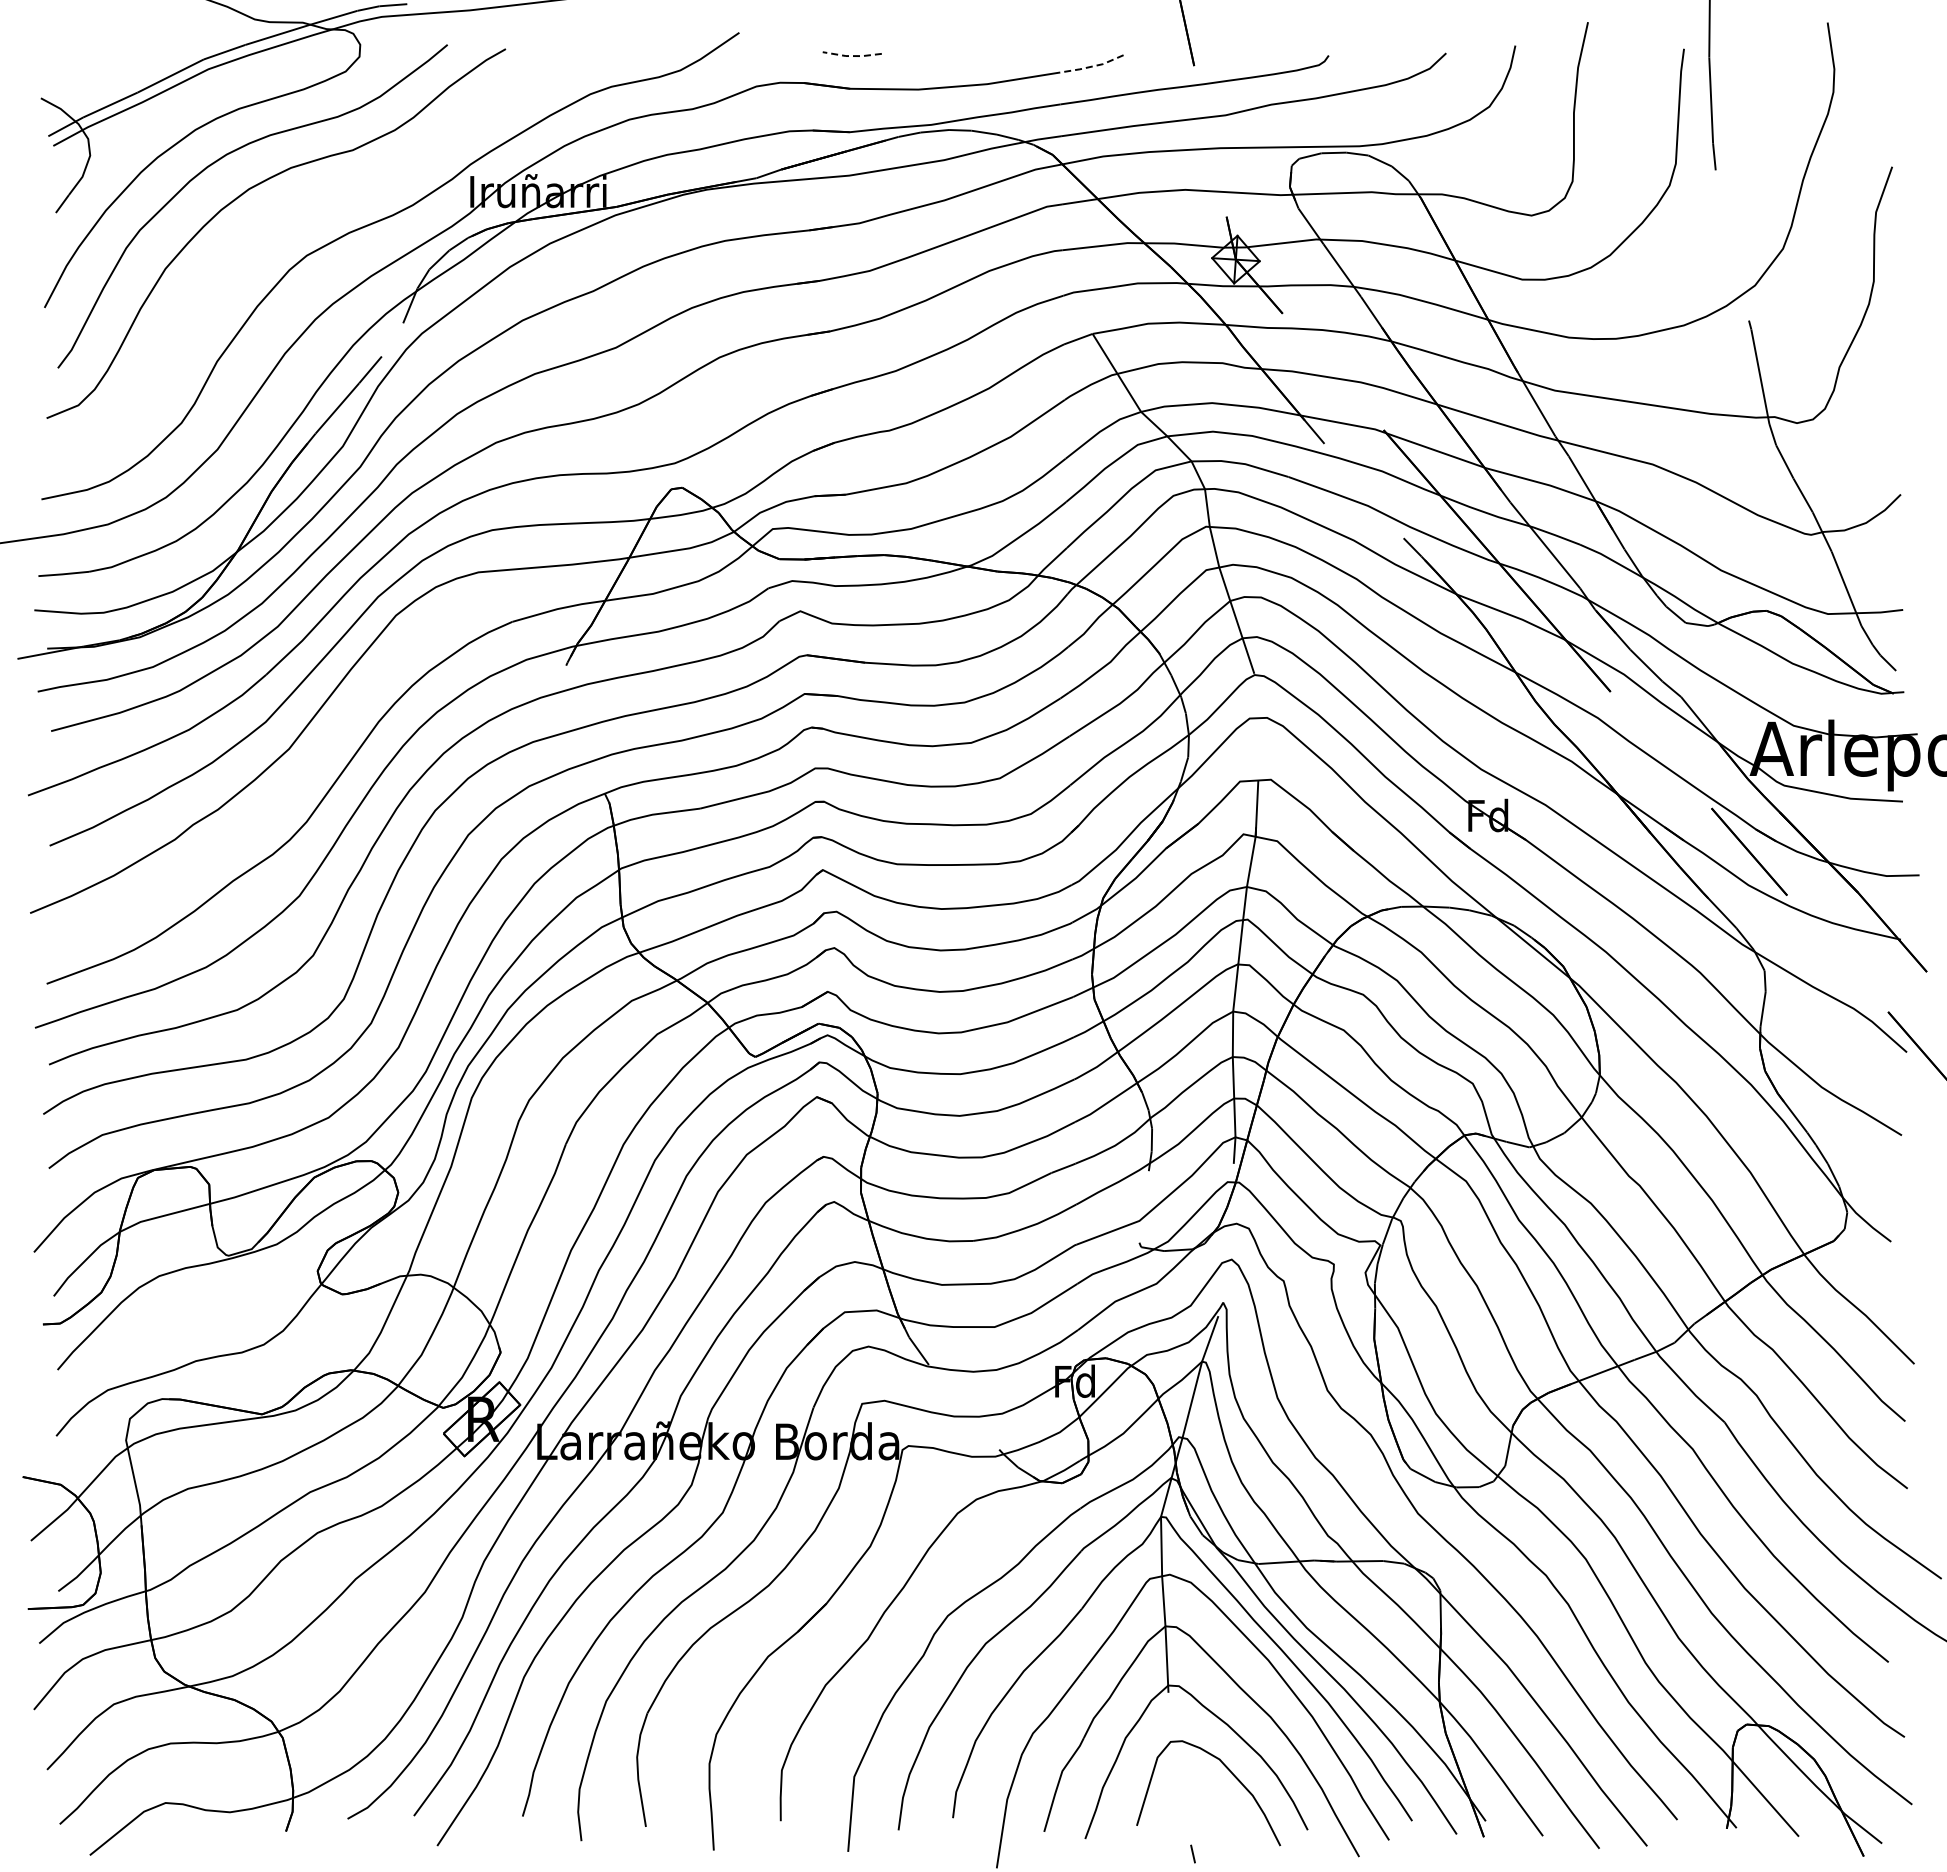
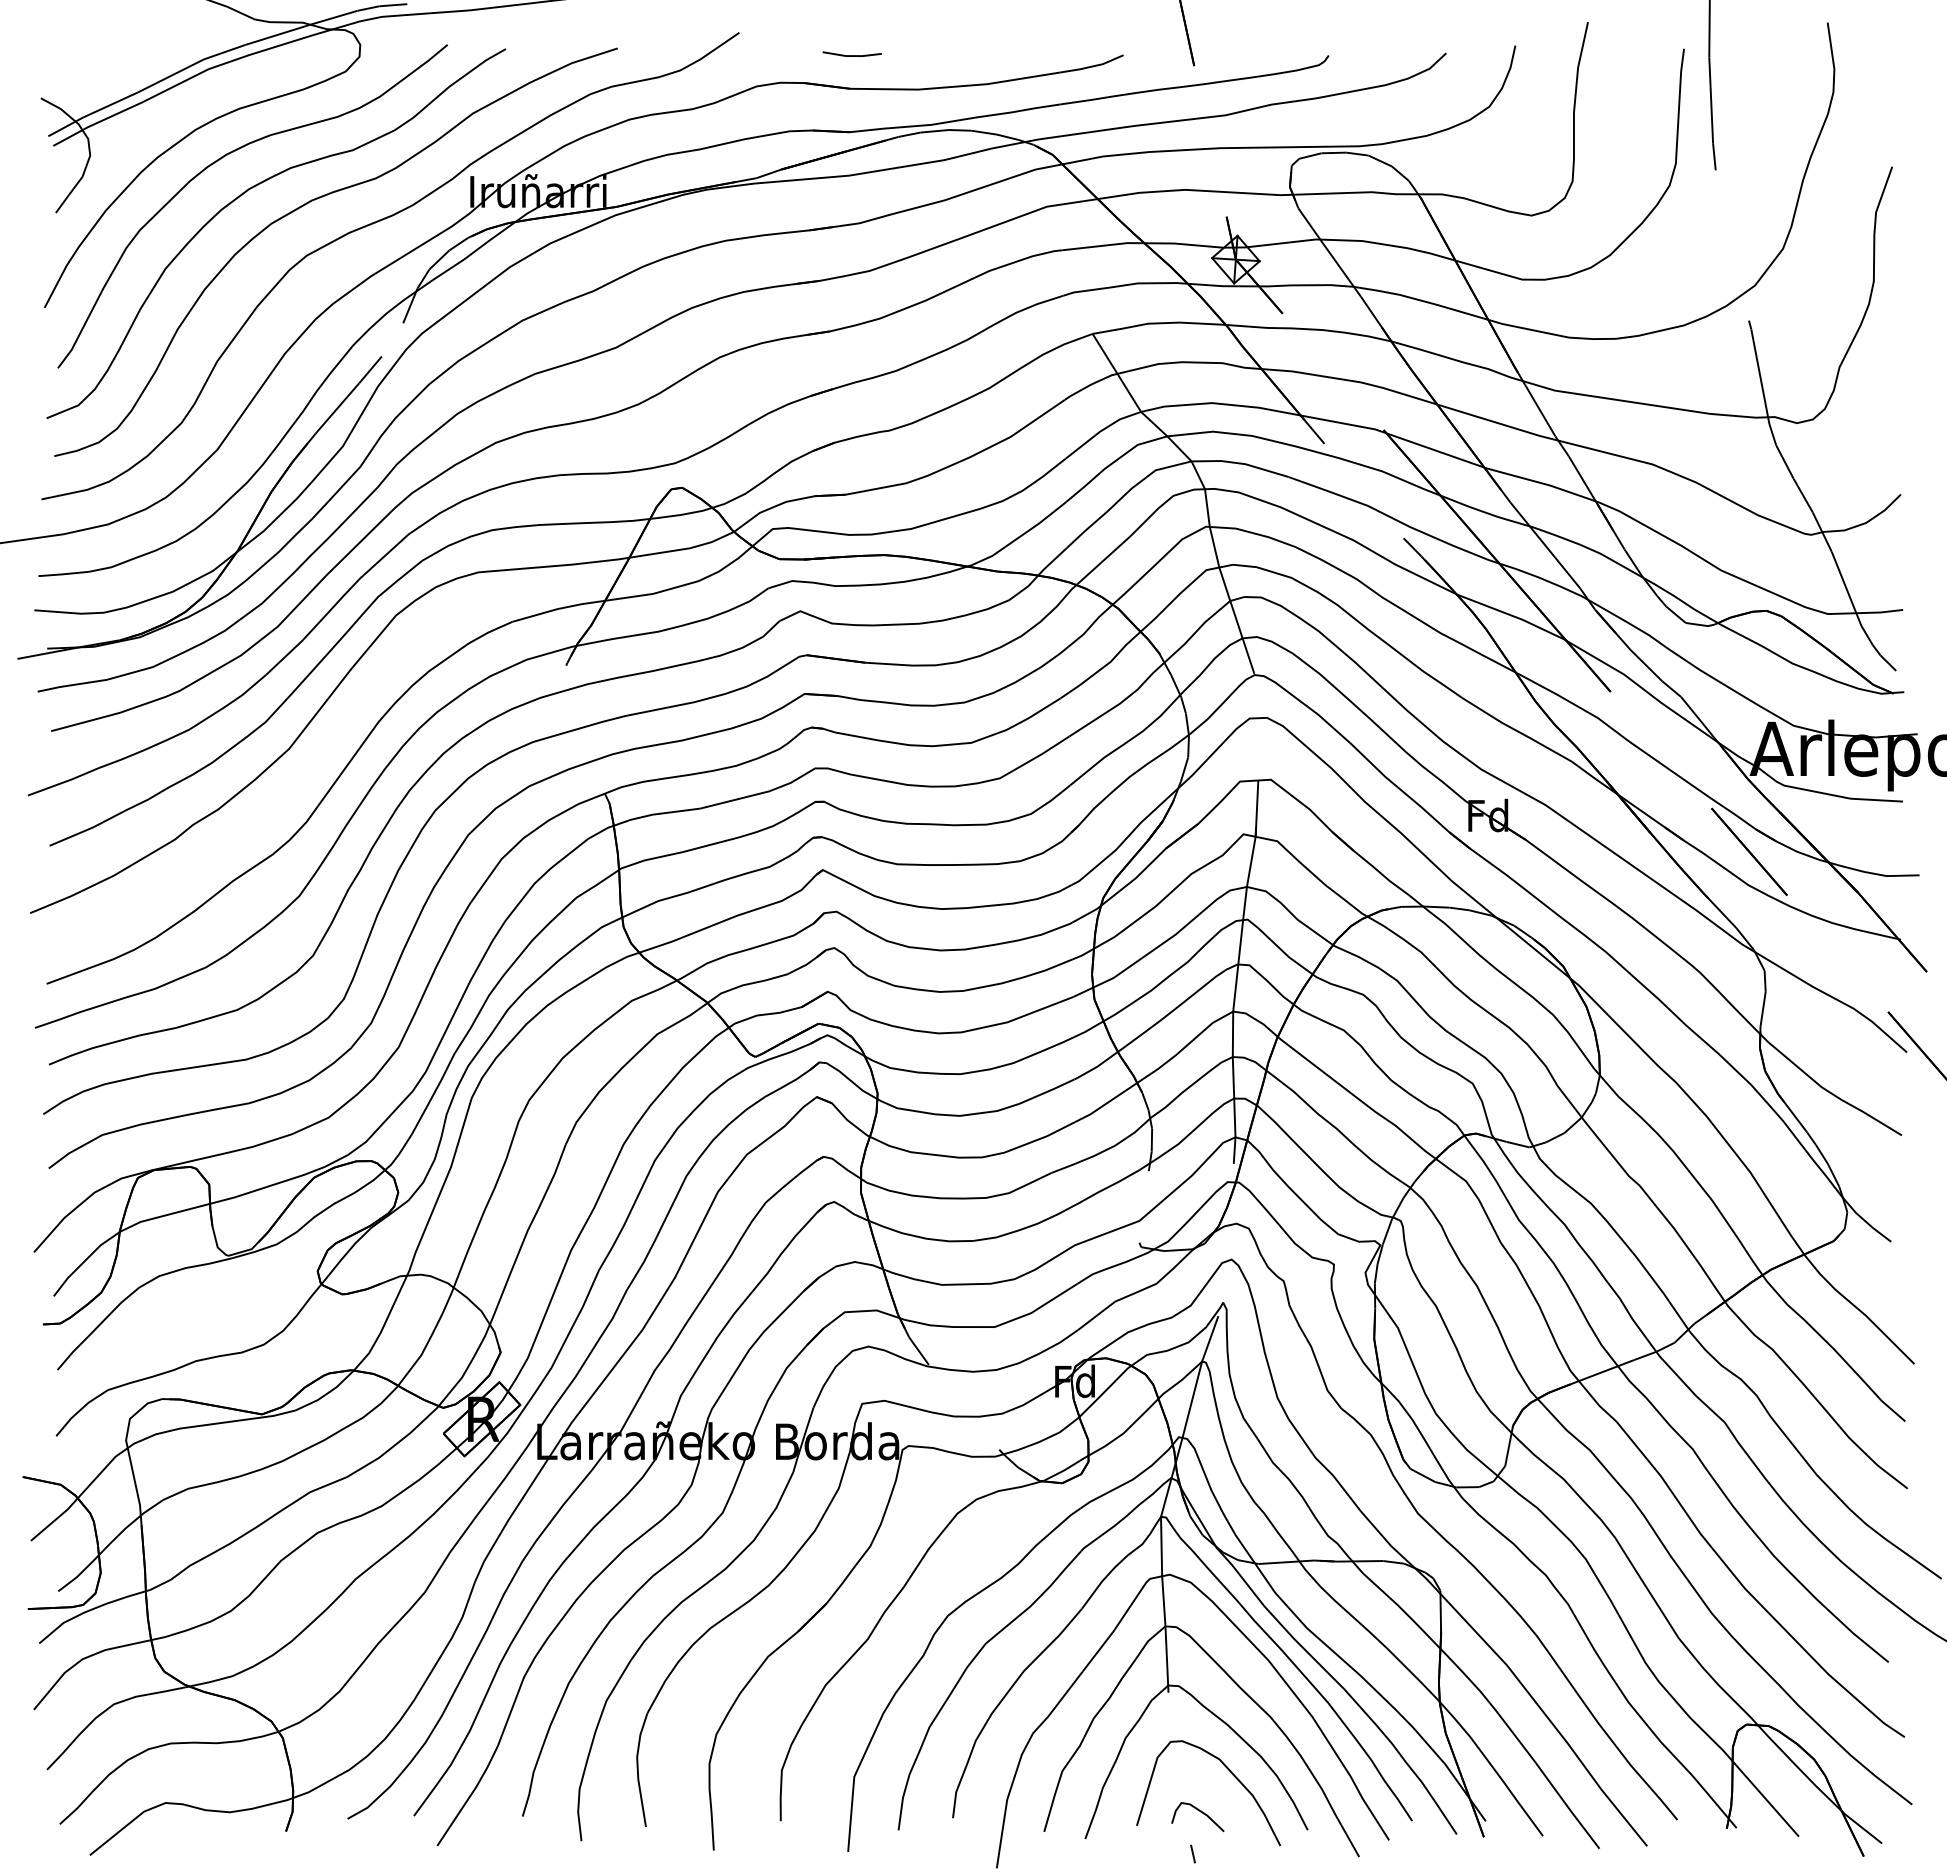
line at (851, 56): dashed -> solid
line at (1092, 66): dashed -> solid
curve at (307, 204): none -> present
curve at (1200, 1812): none -> present
